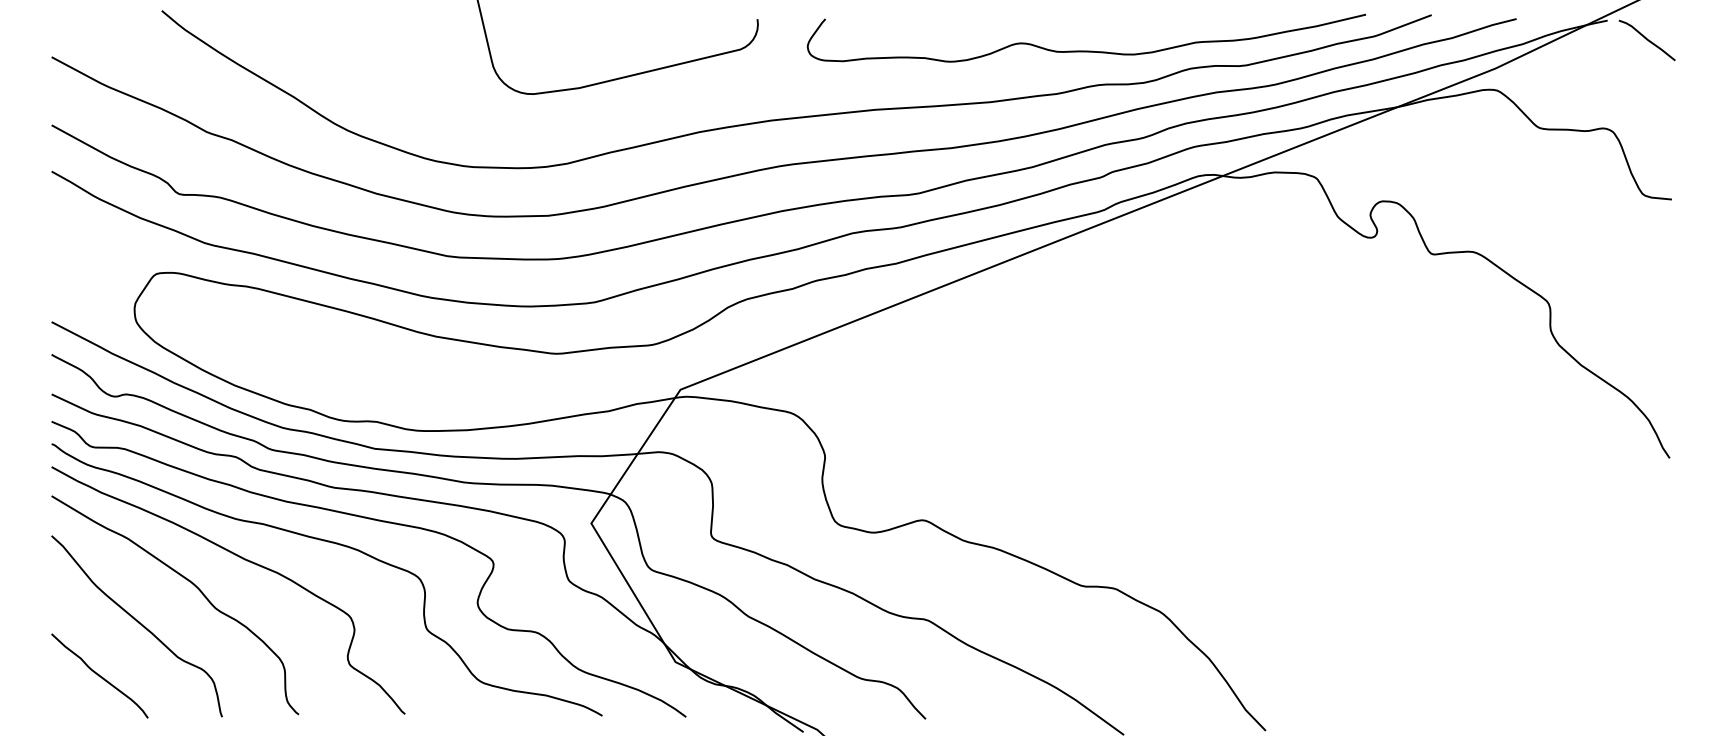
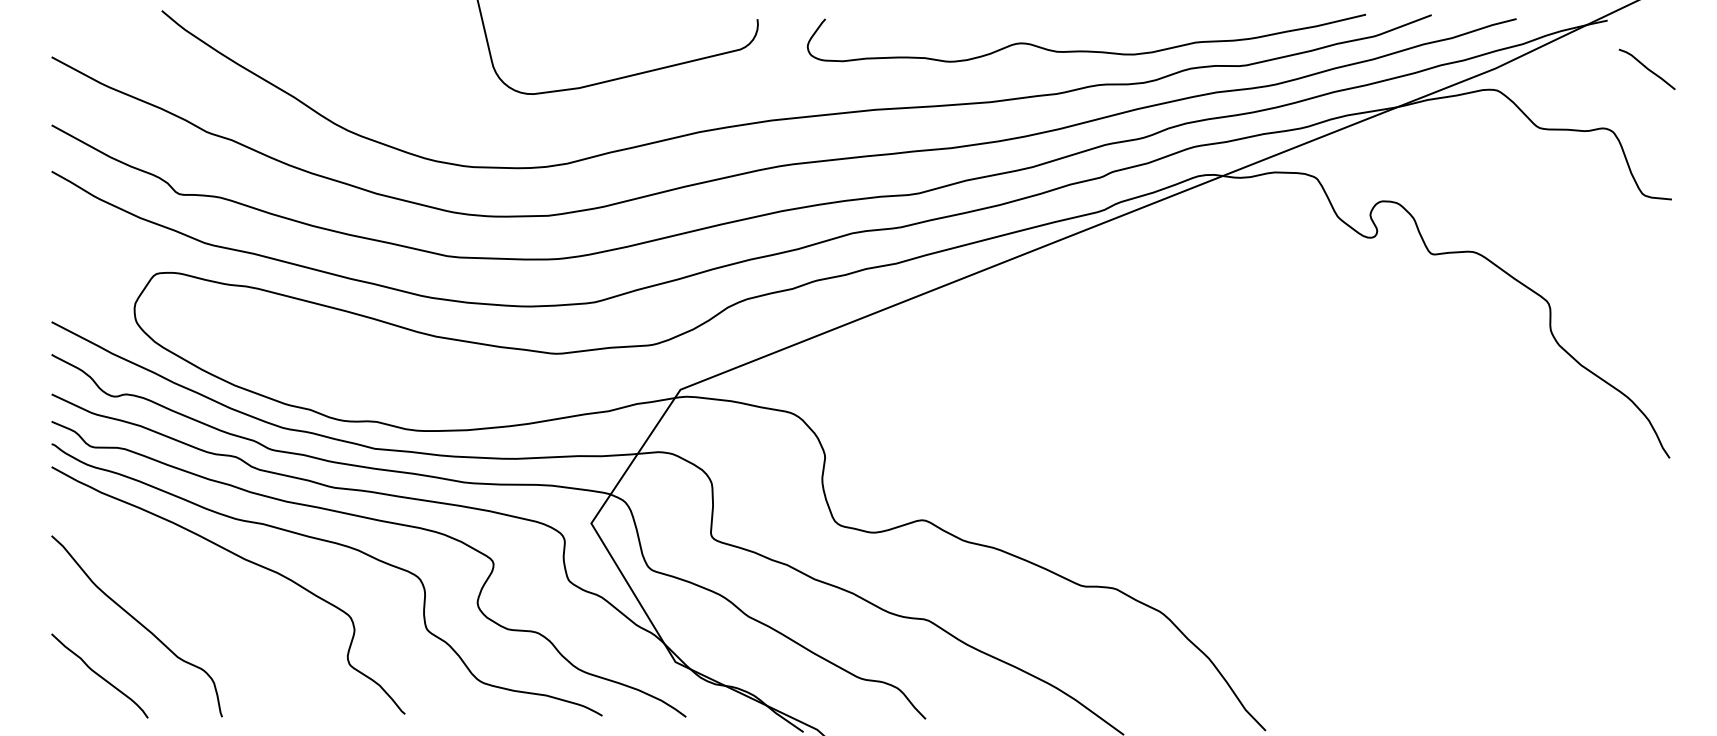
curve at (1646, 40) position: (1646, 40) -> (1646, 69)
curve at (194, 586): present -> none
